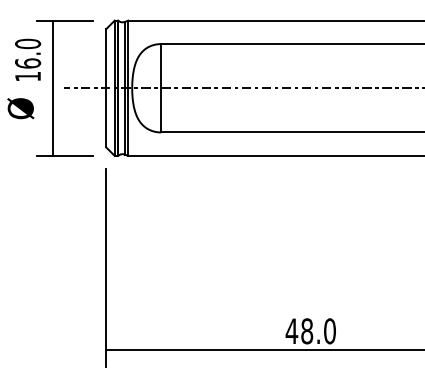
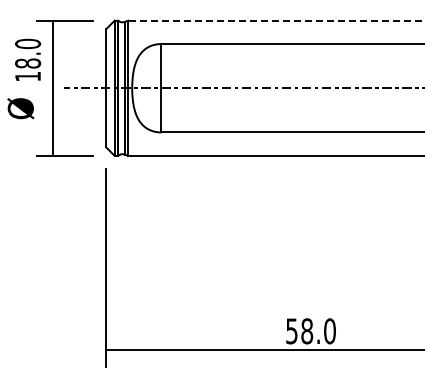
line at (275, 20): solid -> dashed
text at (27, 63): 16.0 -> 18.0
text at (291, 331): 48.0 -> 58.0
